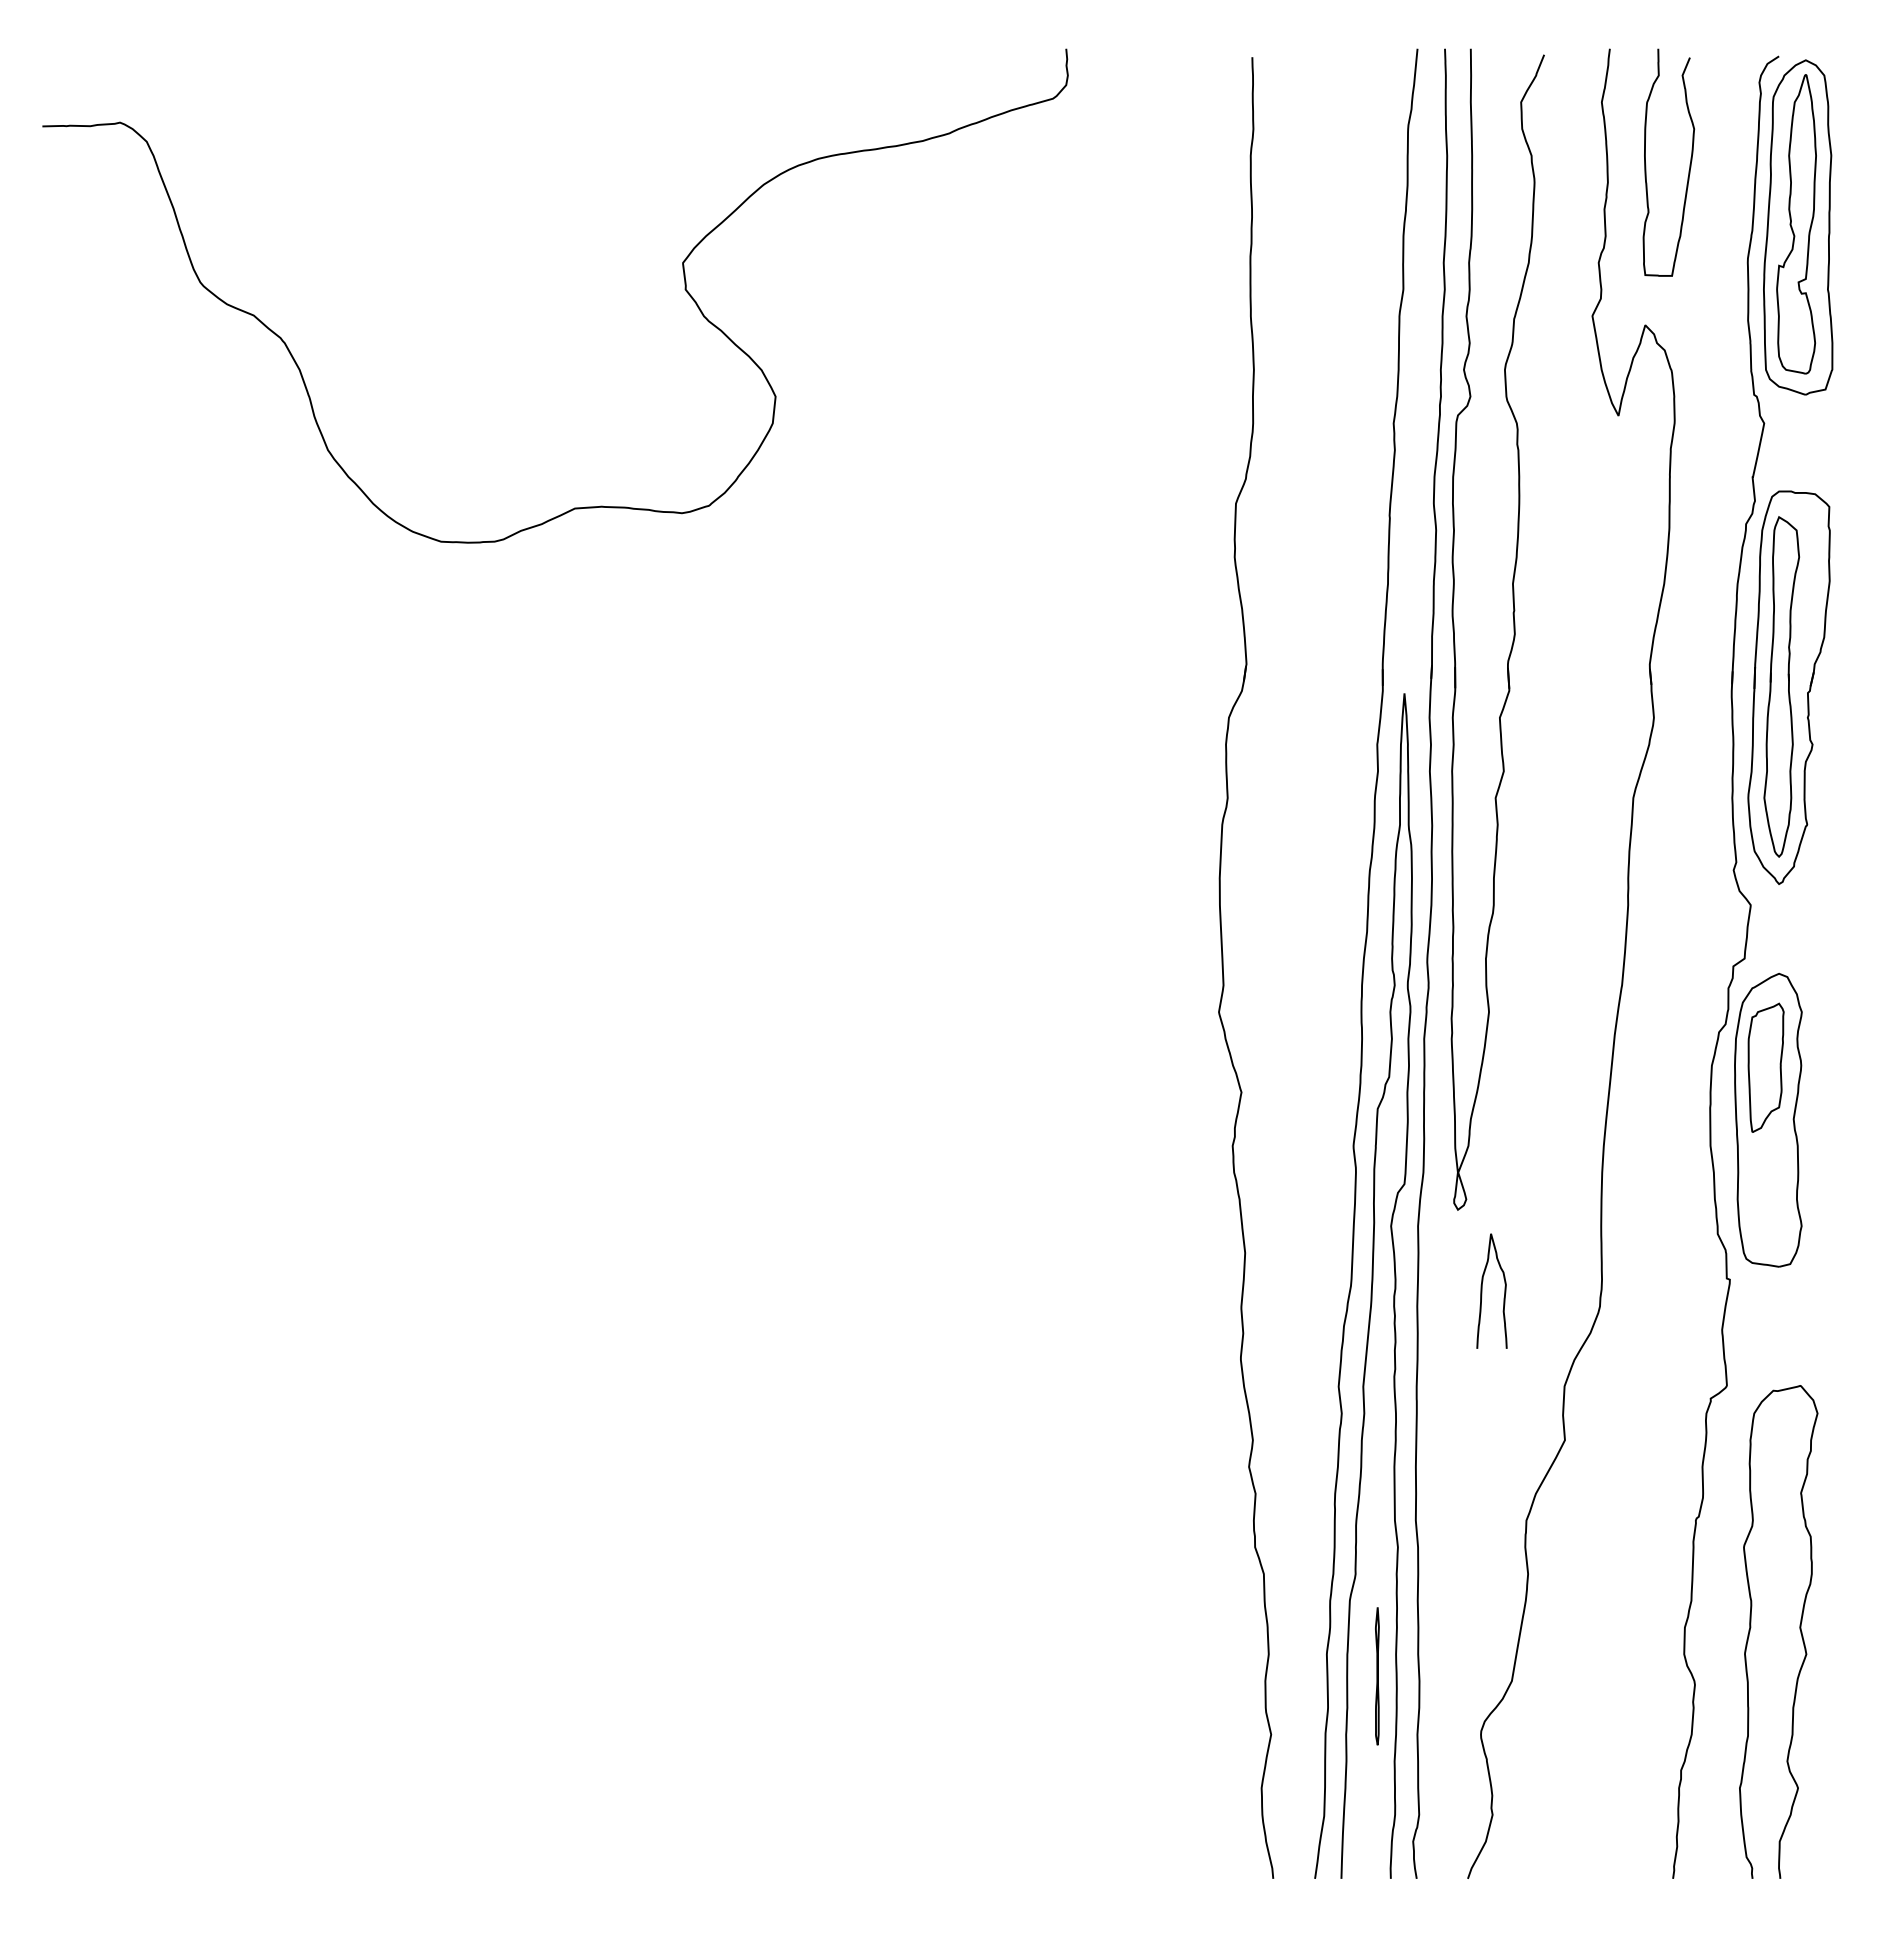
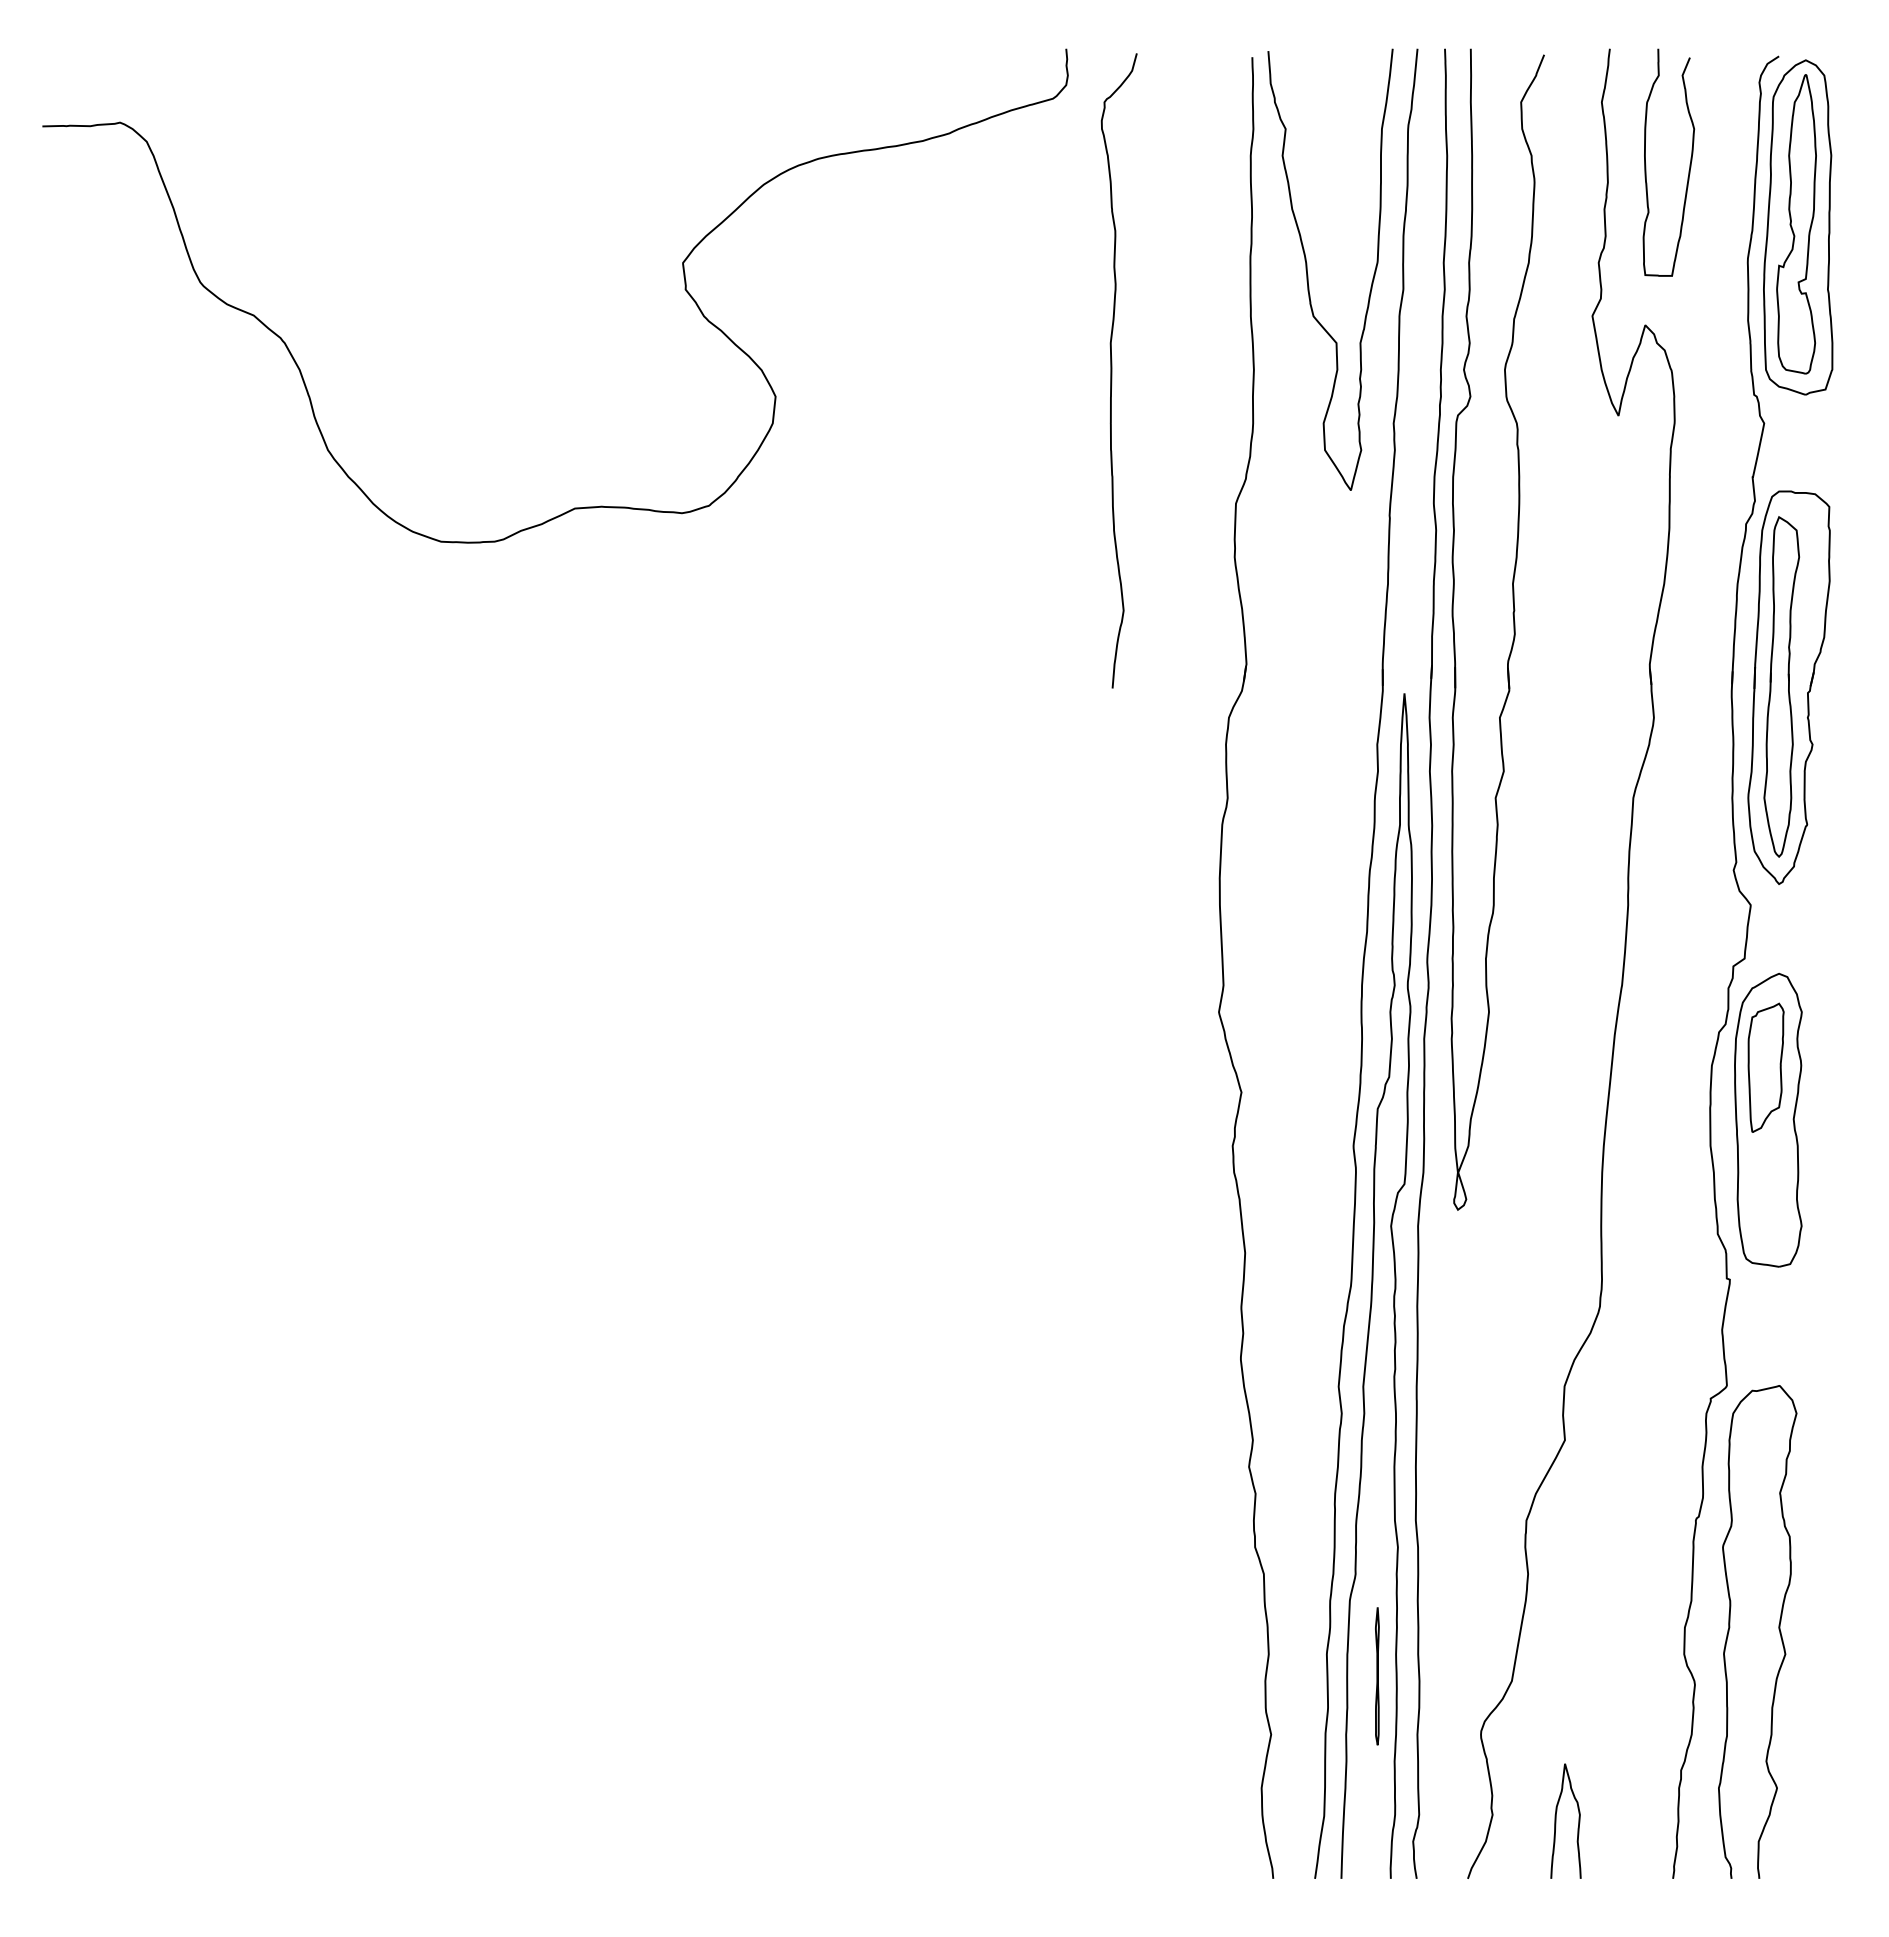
curve at (1308, 274): none -> present
curve at (1112, 370): none -> present
curve at (1482, 1290) position: (1482, 1290) -> (1556, 1820)
curve at (1799, 1629) position: (1799, 1629) -> (1778, 1629)
